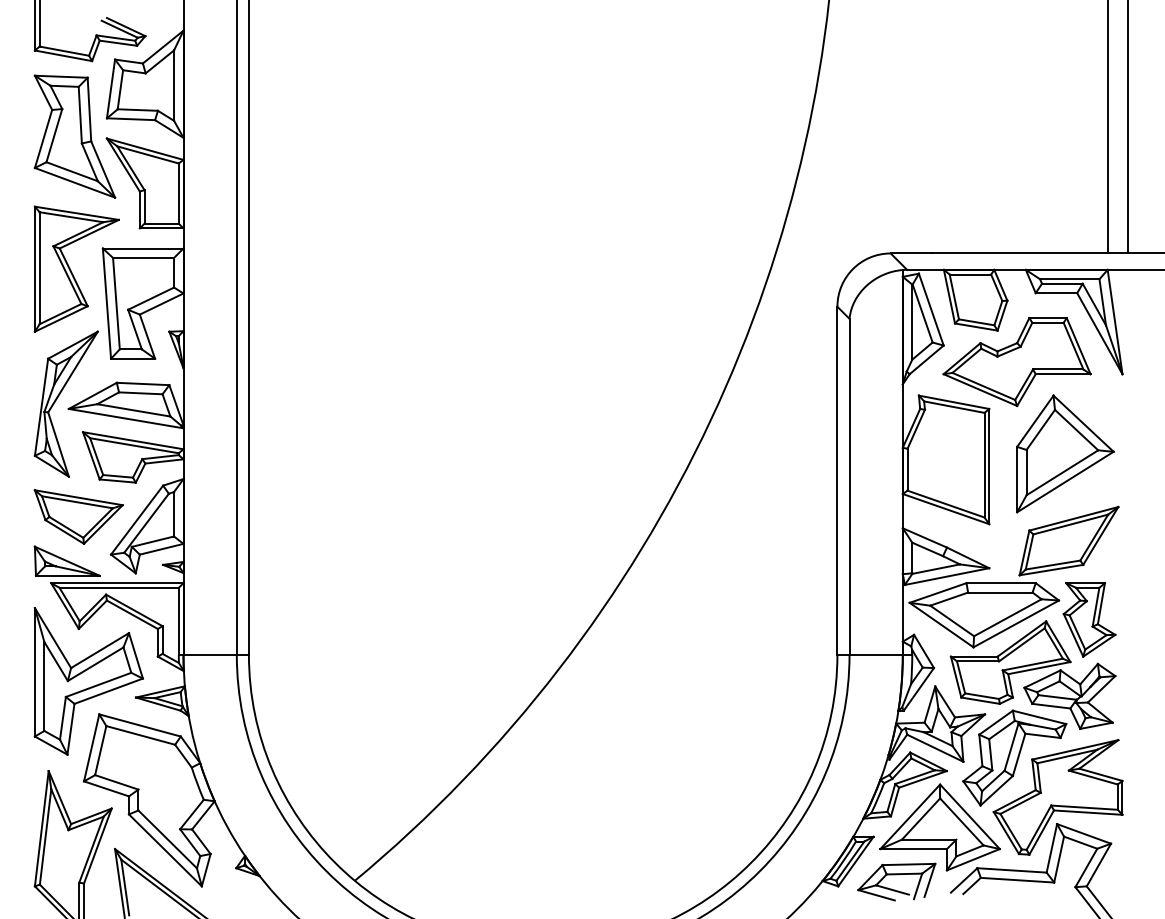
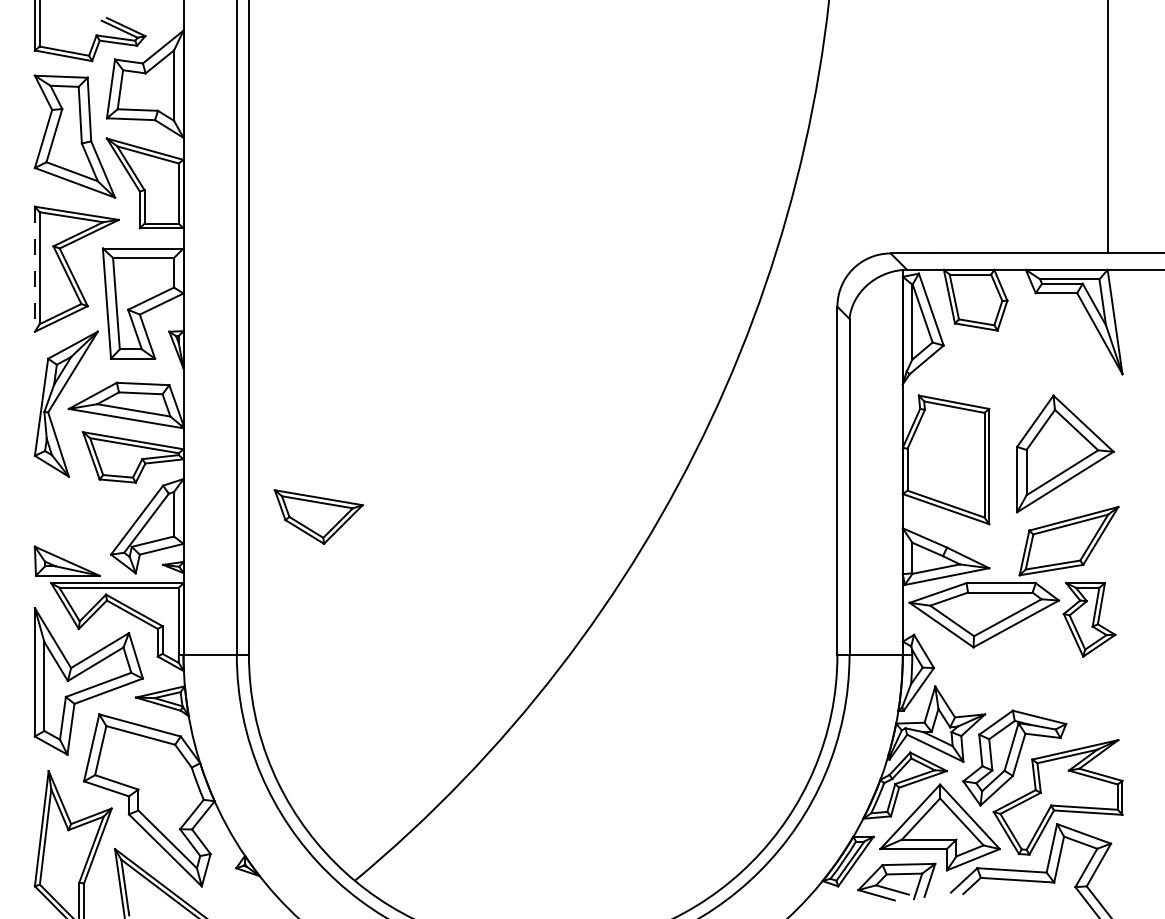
line at (1128, 127): present -> none
line at (34, 269): solid -> dashed
part at (1016, 362): present -> none
part at (78, 516) position: (78, 516) -> (318, 516)
part at (1032, 674): present -> none
